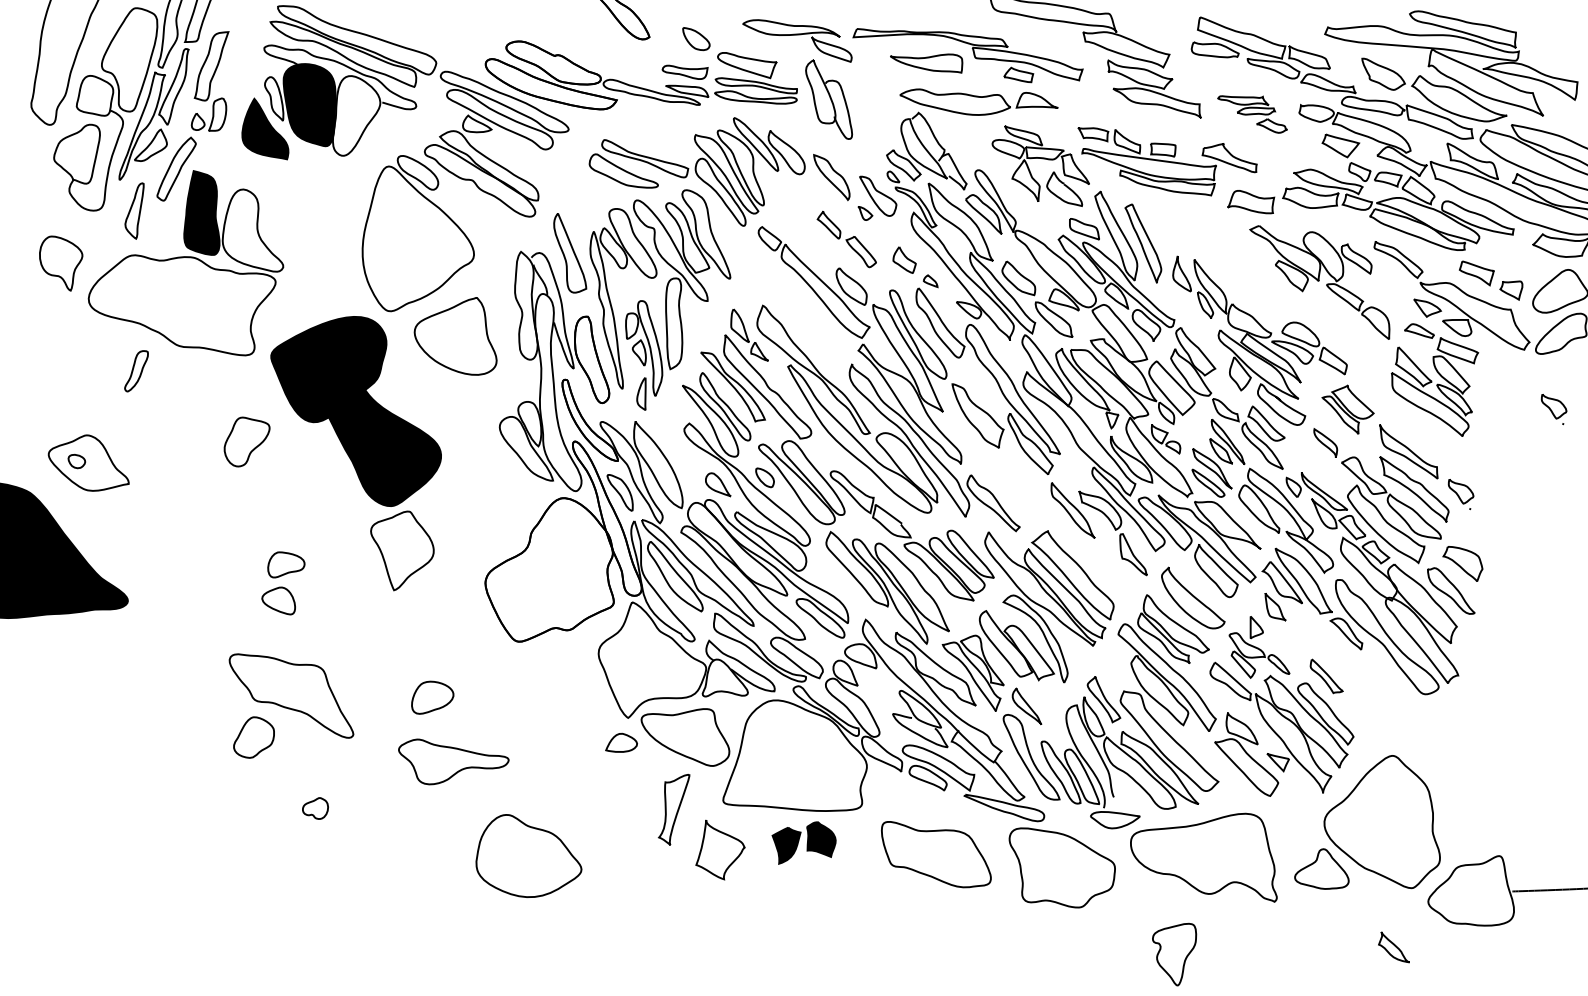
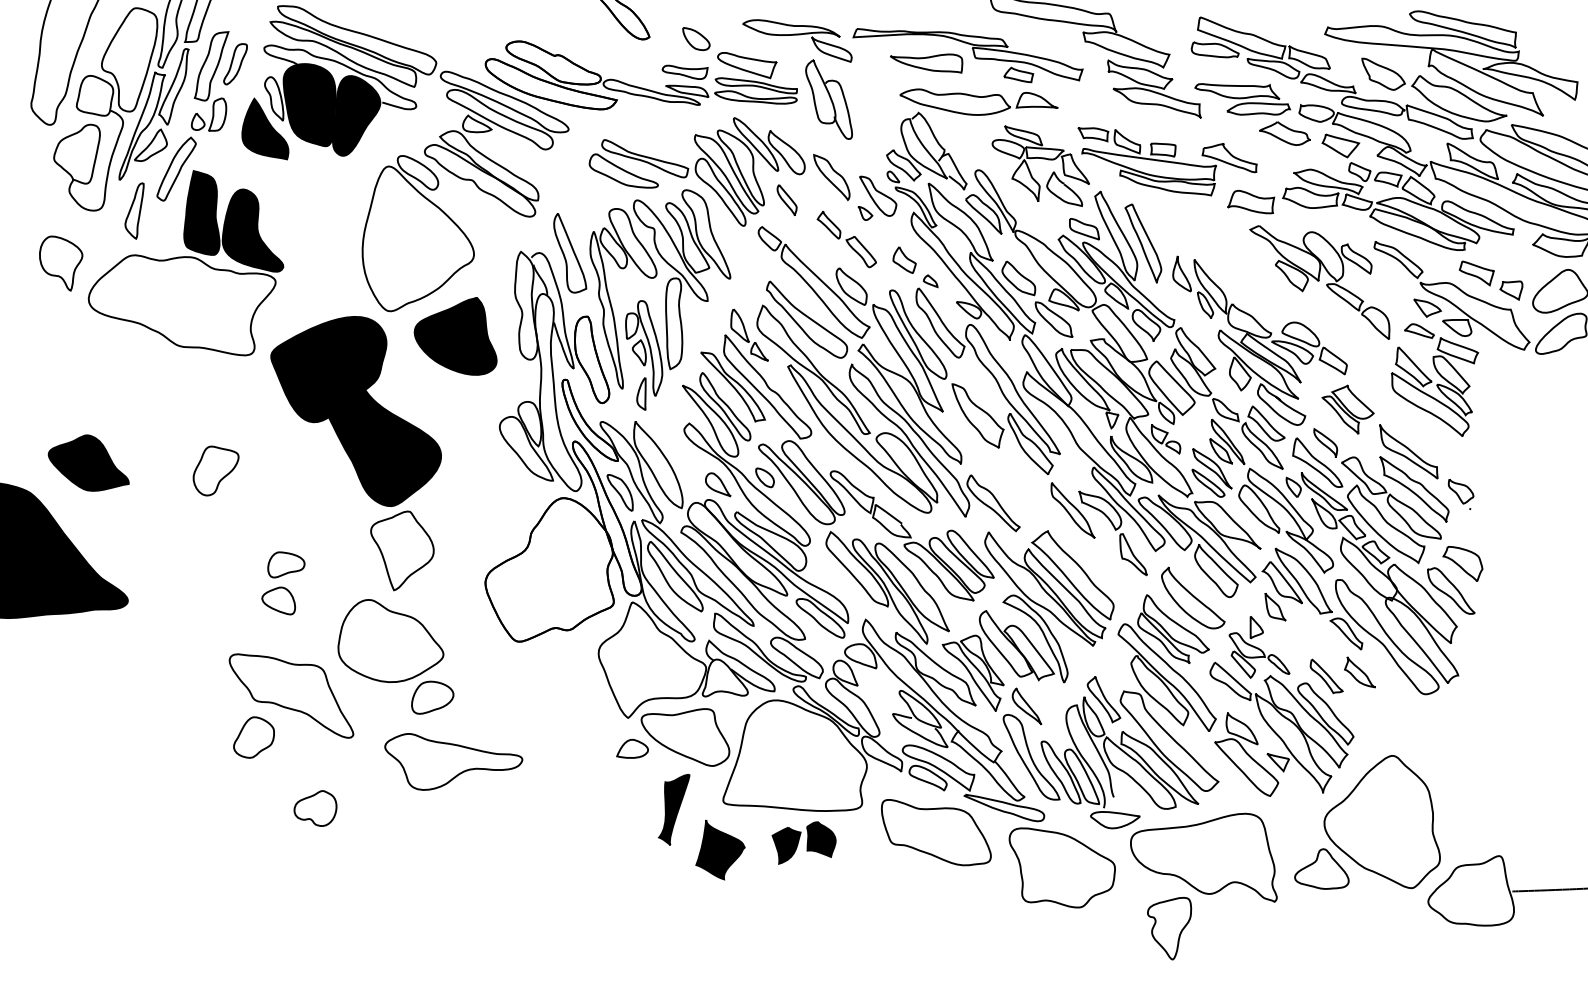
part at (1252, 114) size: 71x39 px -> 117x63 px
fill at (356, 115): none -> present
part at (786, 199): none -> present
fill at (252, 230): none -> present
part at (807, 319): none -> present
fill at (455, 335): none -> present
part at (136, 371) position: (136, 371) -> (235, 64)
part at (1553, 409): present -> none
part at (246, 441) position: (246, 441) -> (215, 470)
fill at (76, 461): none -> present
fill at (88, 462): none -> present
part at (1317, 462): none -> present
part at (621, 742) position: (621, 742) -> (632, 748)
part at (453, 761) size: 112x48 px -> 140x58 px
part at (315, 808) size: 27x23 px -> 45x37 px
fill at (674, 809): none -> present
fill at (720, 849): none -> present
part at (936, 854) position: (936, 854) -> (936, 832)
part at (528, 855) position: (528, 855) -> (390, 640)
part at (1393, 947) position: (1393, 947) -> (1359, 672)
part at (1174, 954) position: (1174, 954) -> (1169, 928)
